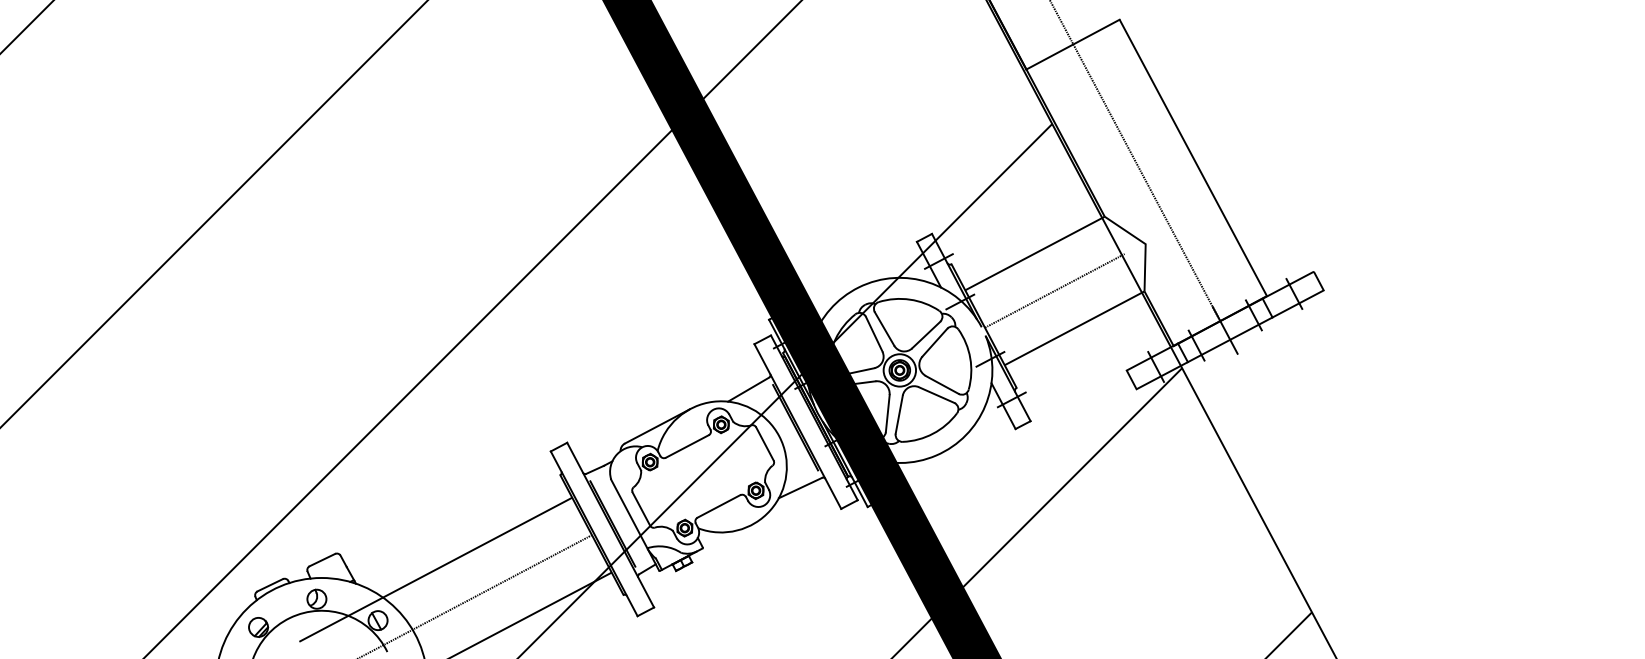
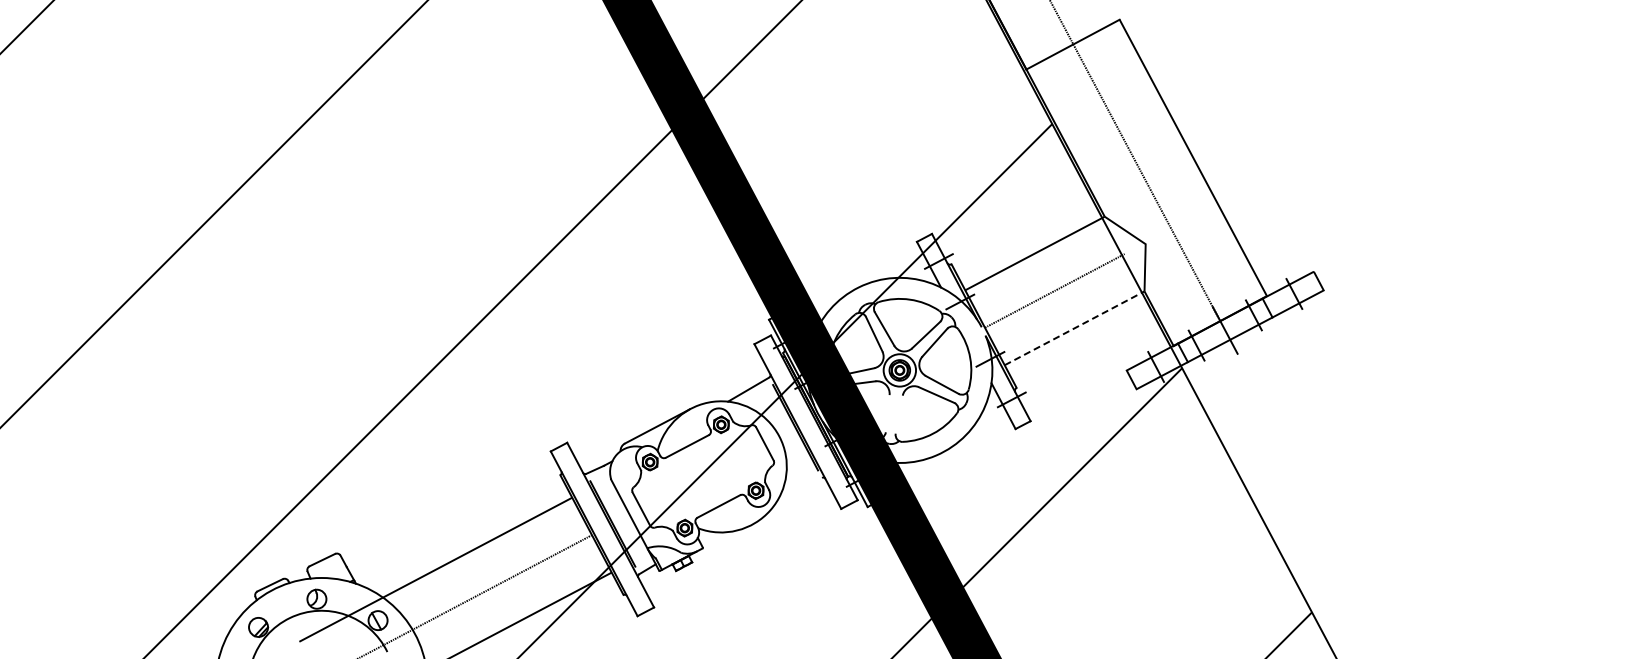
line at (1075, 328): solid -> dashed
line at (887, 413): present -> none
line at (898, 414): present -> none
line at (800, 487): present -> none
